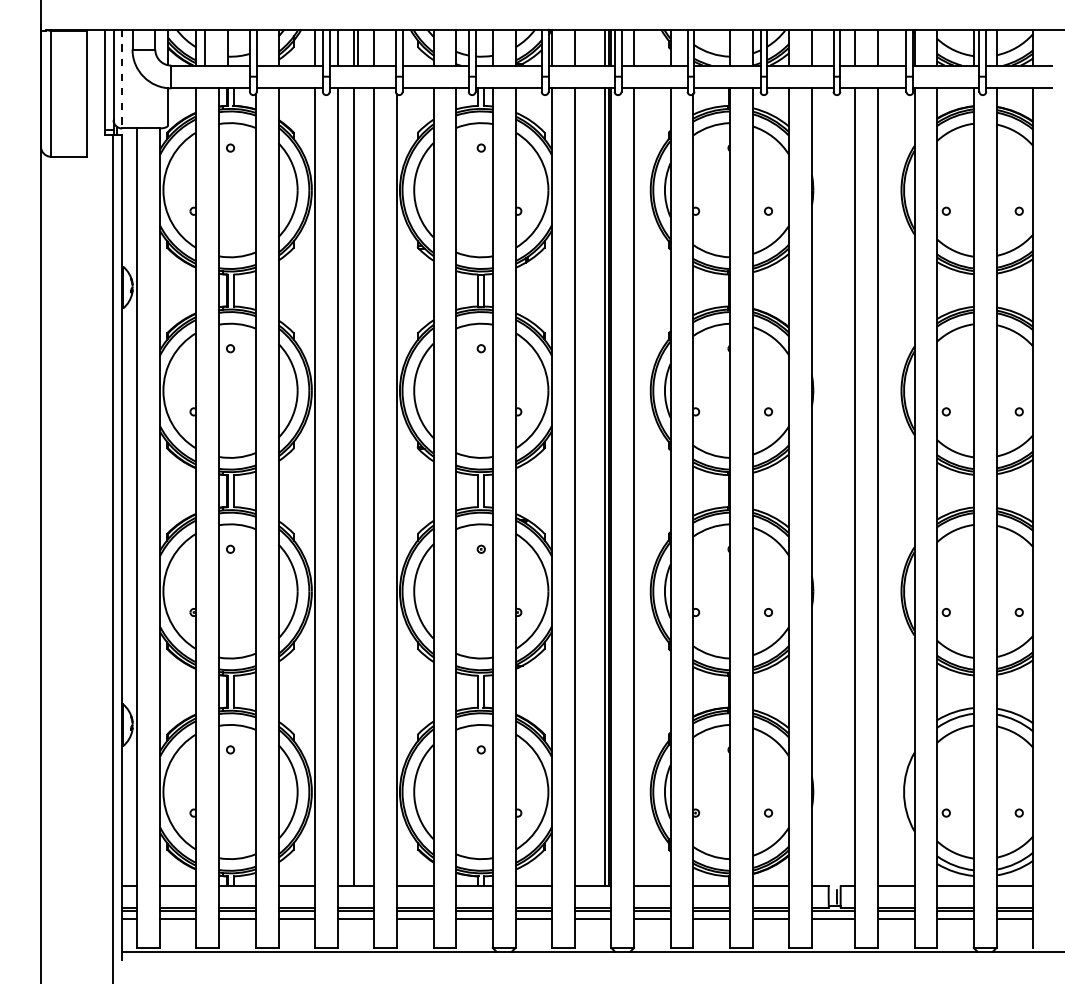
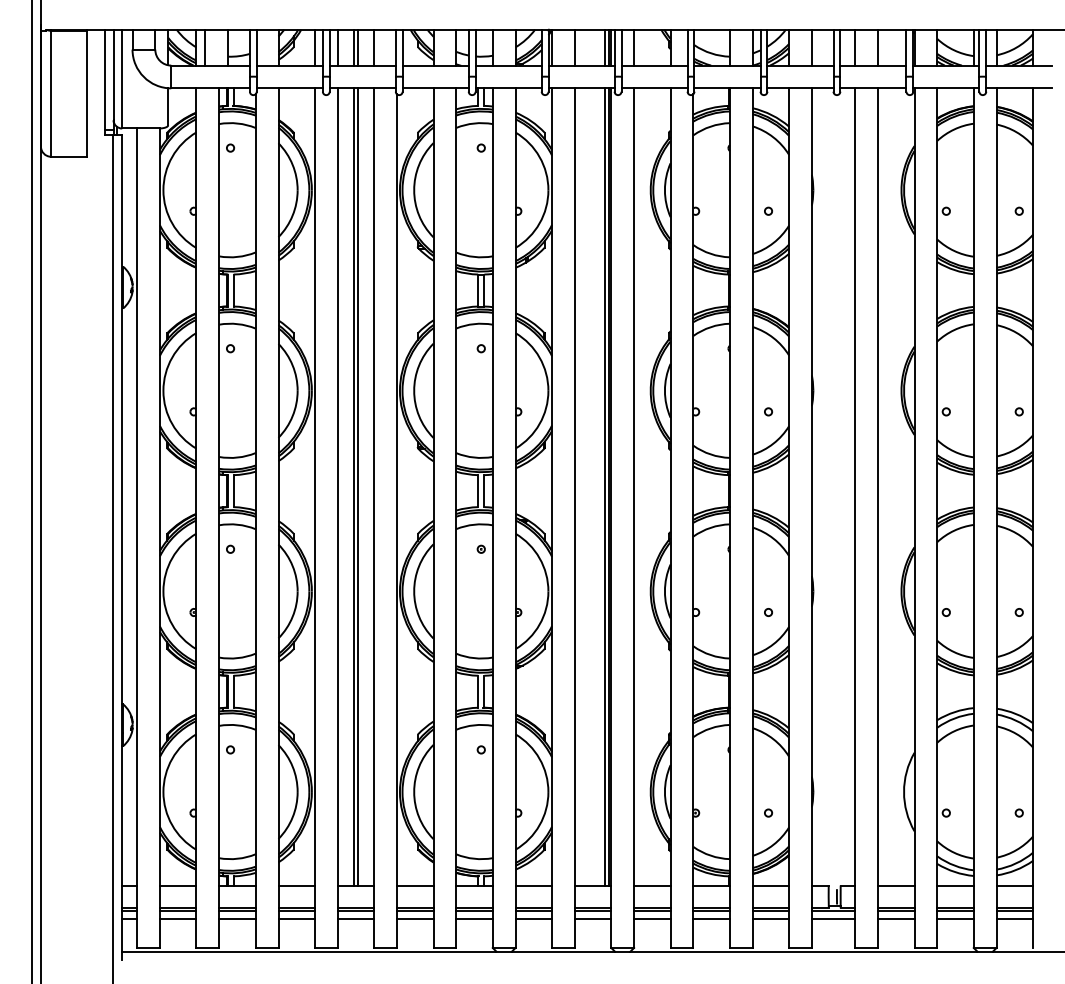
line at (122, 79): dashed -> solid
line at (358, 486): none -> present
line at (31, 491): none -> present
